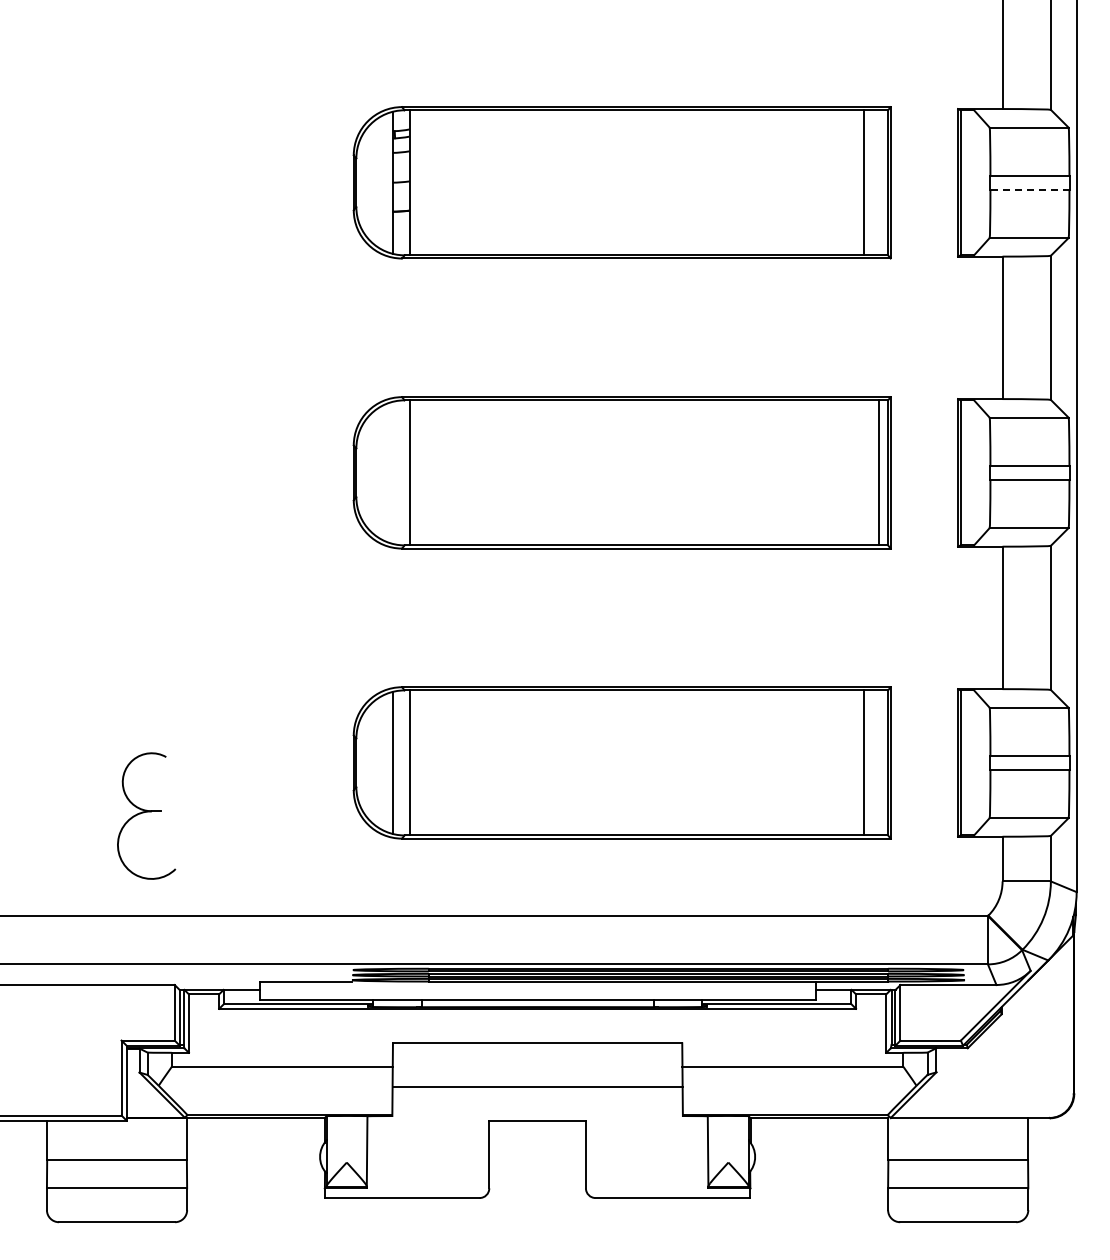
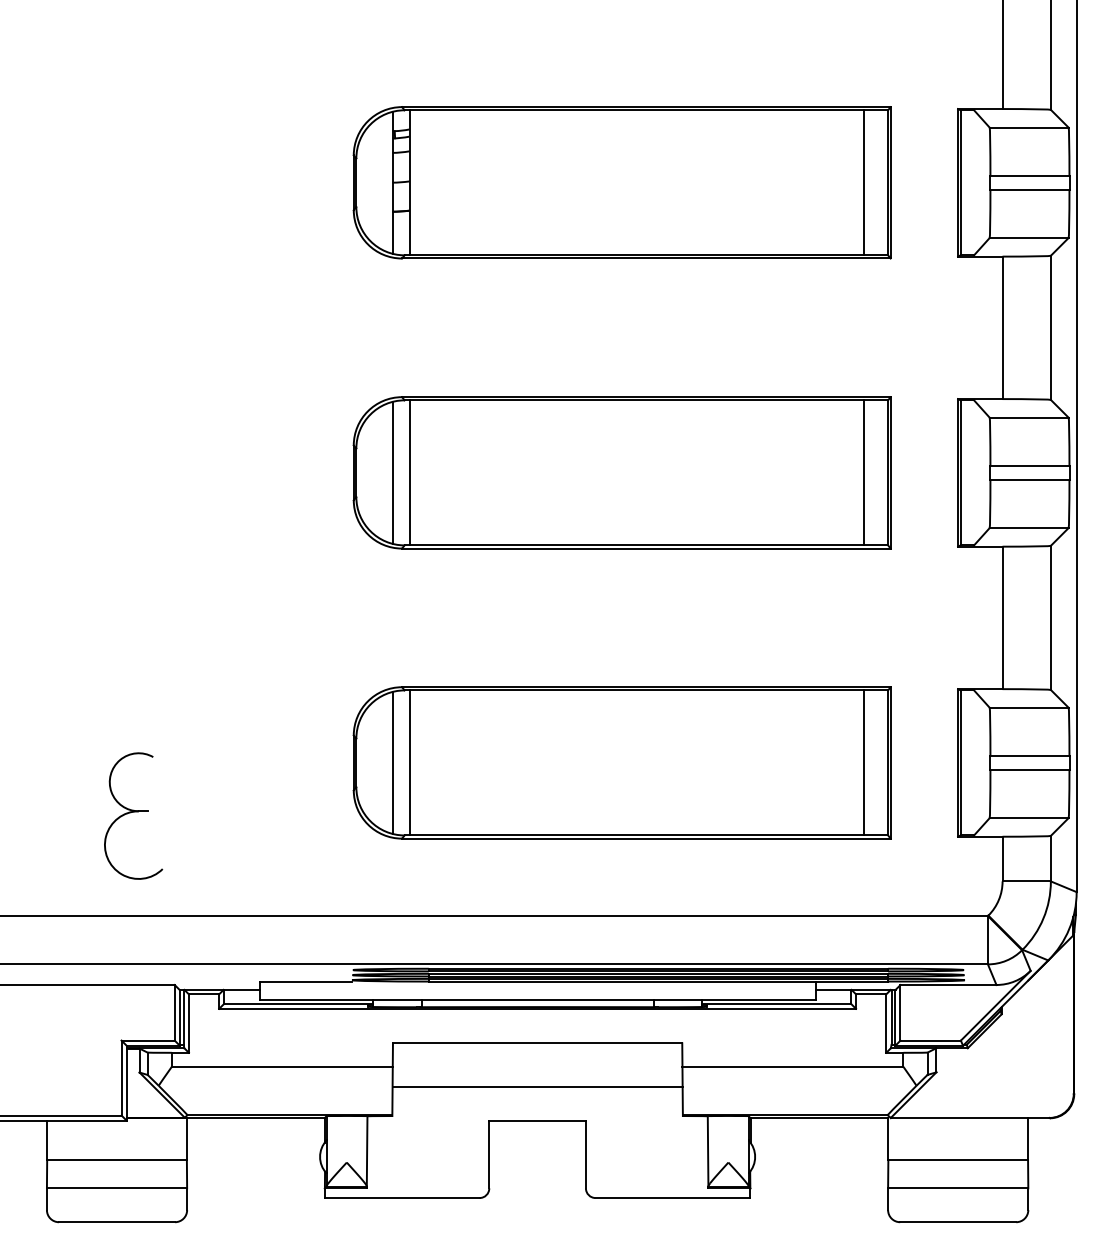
line at (1029, 189): dashed -> solid
line at (392, 472): none -> present
line at (878, 472) position: (878, 472) -> (863, 472)
part at (146, 815) position: (146, 815) -> (133, 815)
